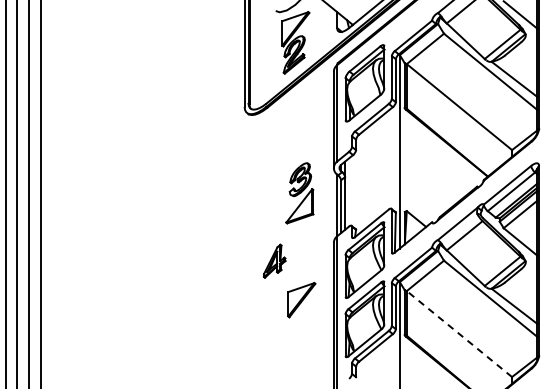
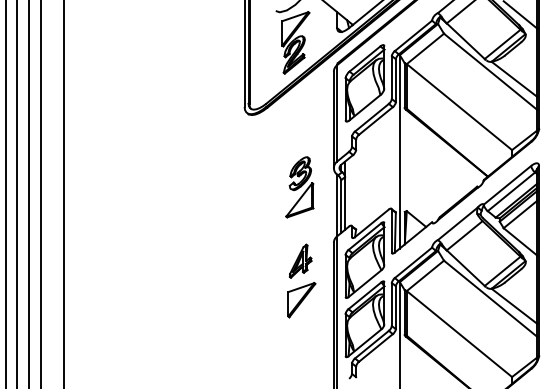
line at (64, 193): none -> present
part at (299, 193) position: (299, 193) -> (299, 187)
part at (274, 260) position: (274, 260) -> (300, 260)
line at (459, 334): dashed -> solid
